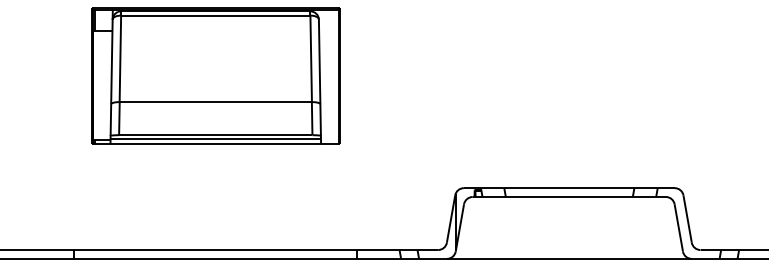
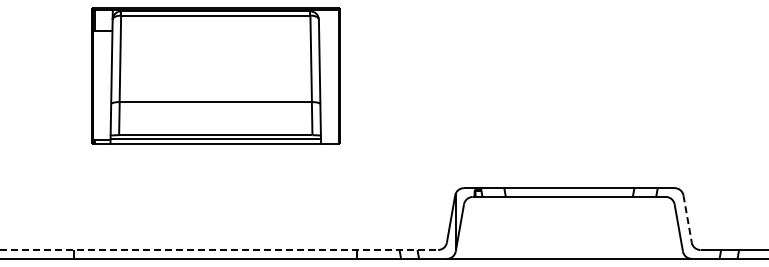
line at (687, 219): solid -> dashed
line at (219, 250): solid -> dashed
